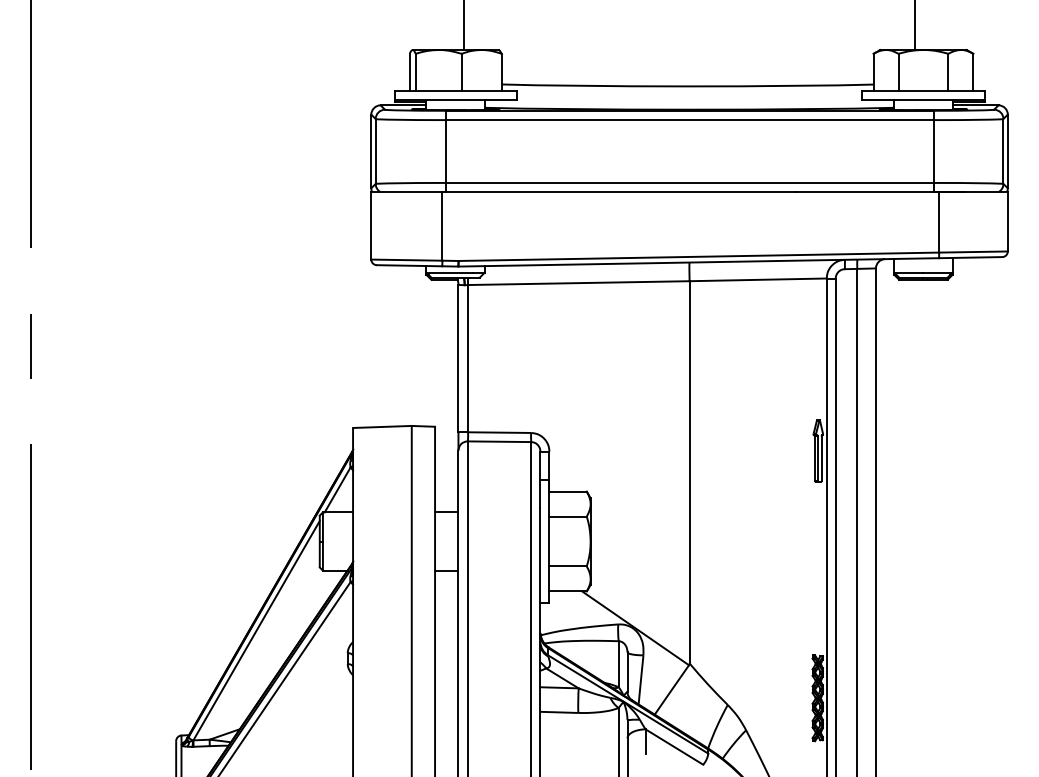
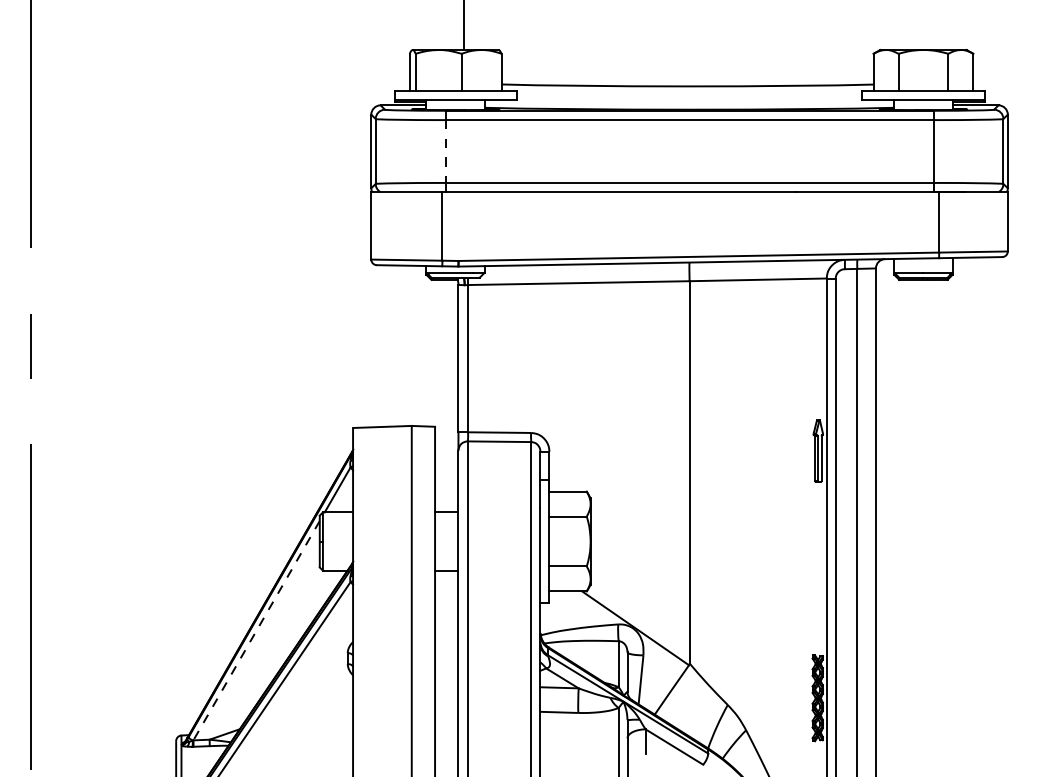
line at (915, 26): present -> none
line at (445, 151): solid -> dashed
line at (256, 630): solid -> dashed
